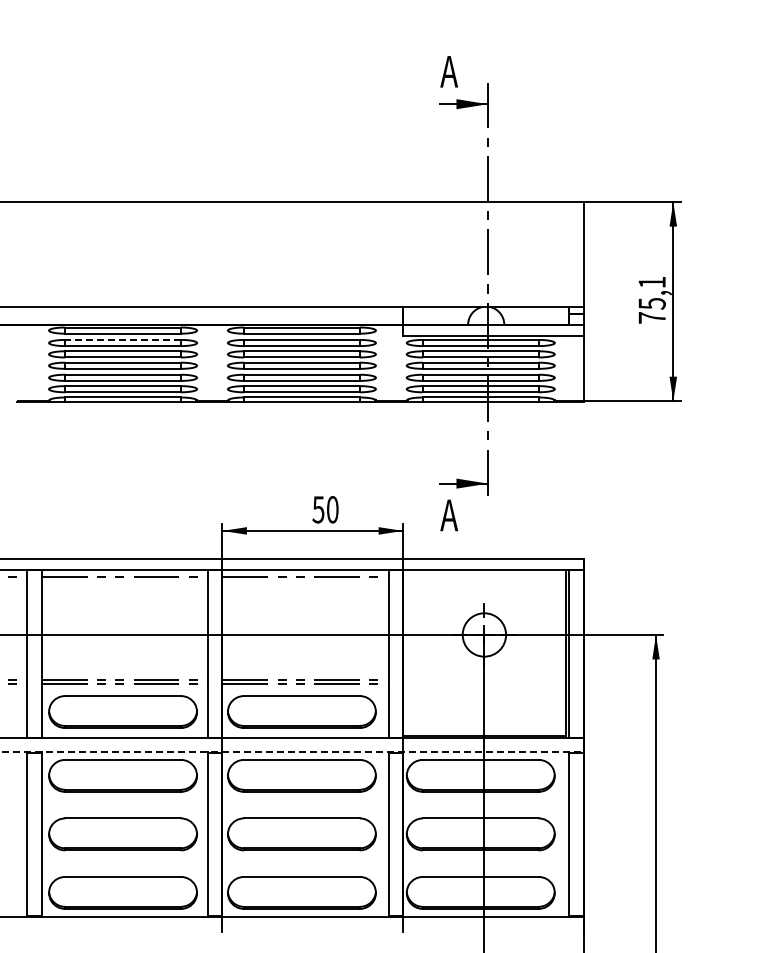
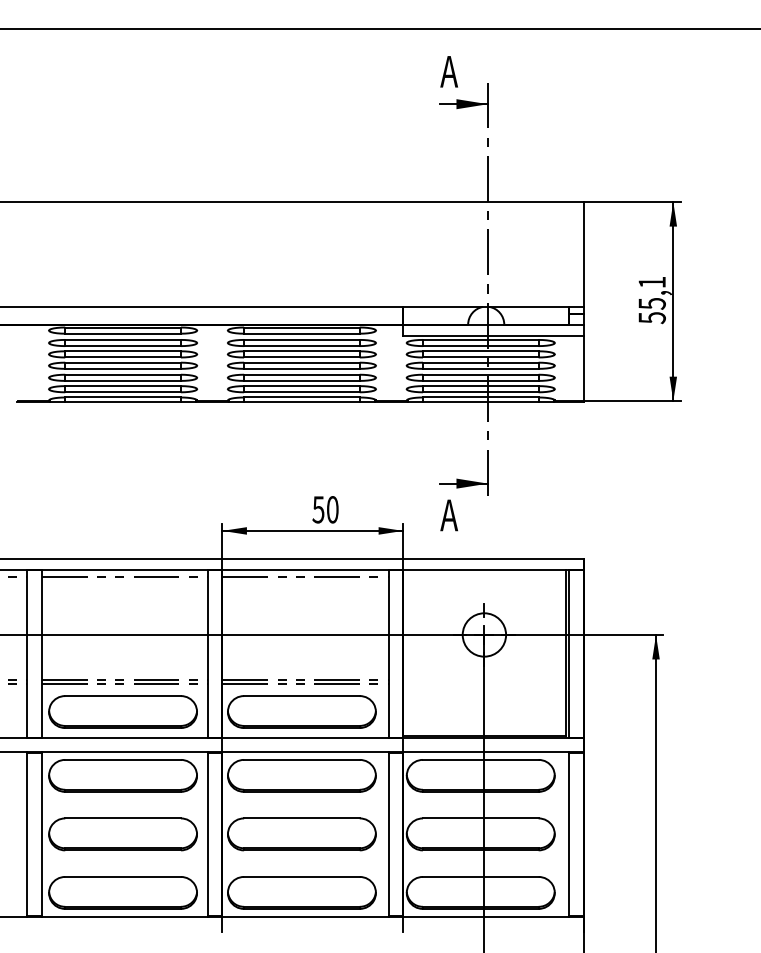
line at (379, 28): none -> present
text at (651, 318): 75,1 -> 55,1
line at (123, 339): dashed -> solid
line at (291, 752): dashed -> solid
